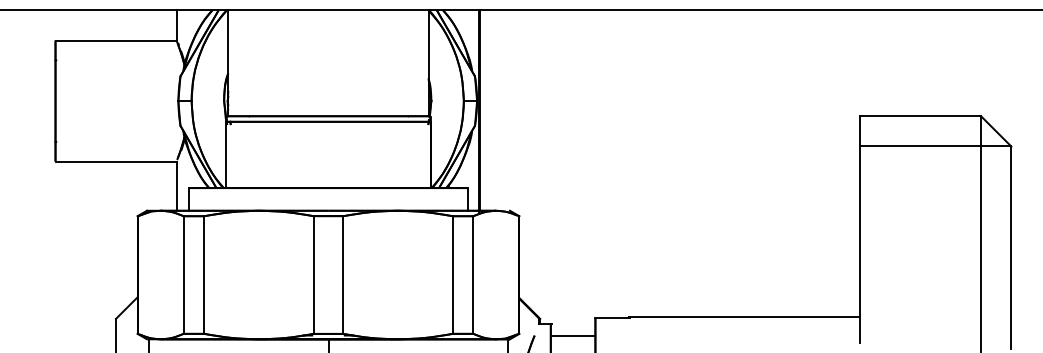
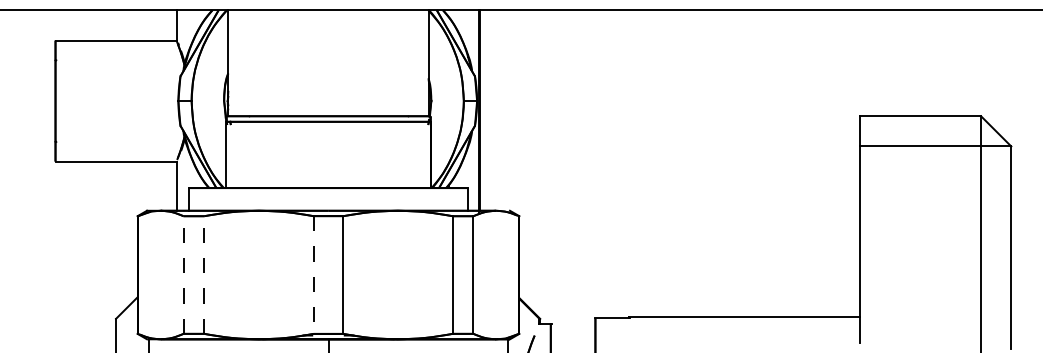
line at (183, 275): solid -> dashed
line at (204, 275): solid -> dashed
line at (313, 275): solid -> dashed
line at (572, 335): present -> none
